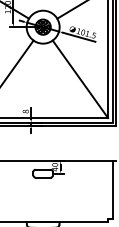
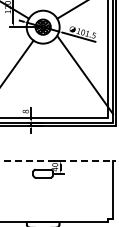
line at (80, 79) position: (80, 79) -> (85, 75)
line at (58, 160): solid -> dashed
